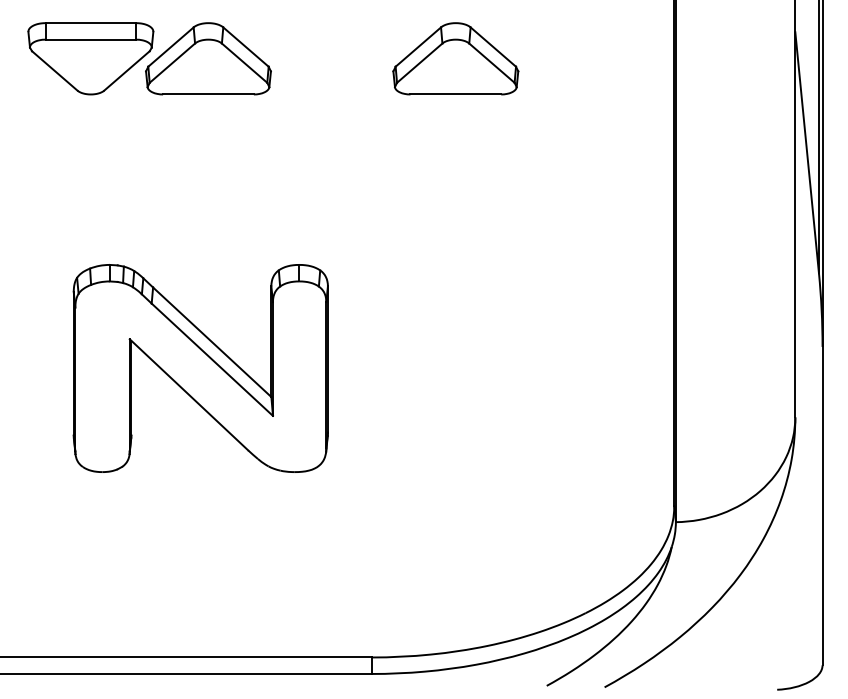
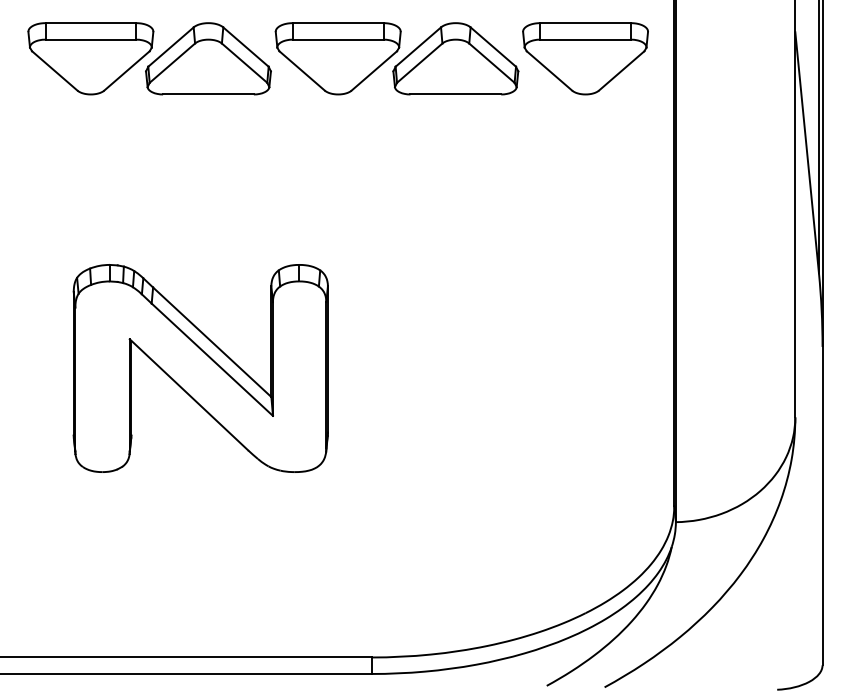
part at (337, 58): none -> present
part at (585, 58): none -> present
